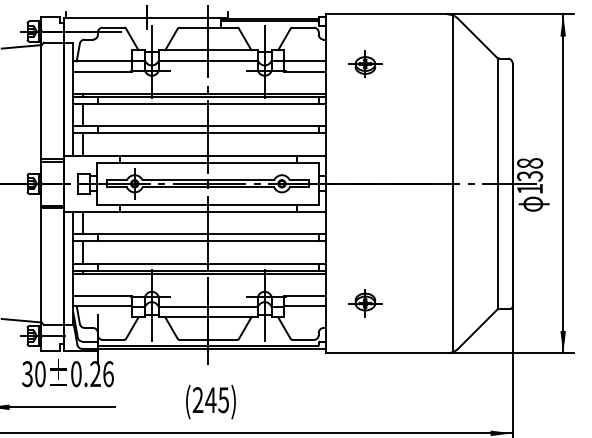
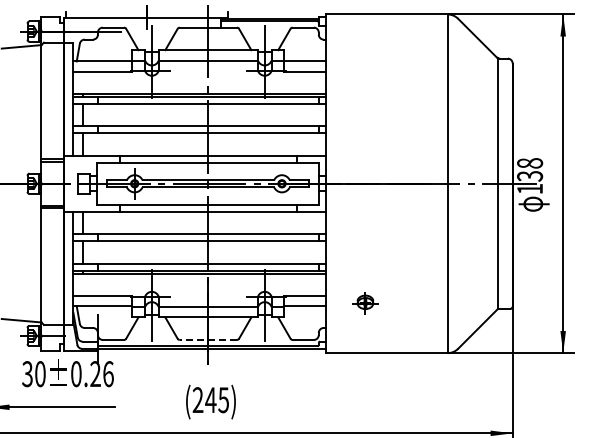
part at (365, 63): present -> none
line at (453, 183) position: (453, 183) -> (448, 183)
part at (365, 303) size: 35x29 px -> 27x23 px
line at (208, 339): solid -> dashed
